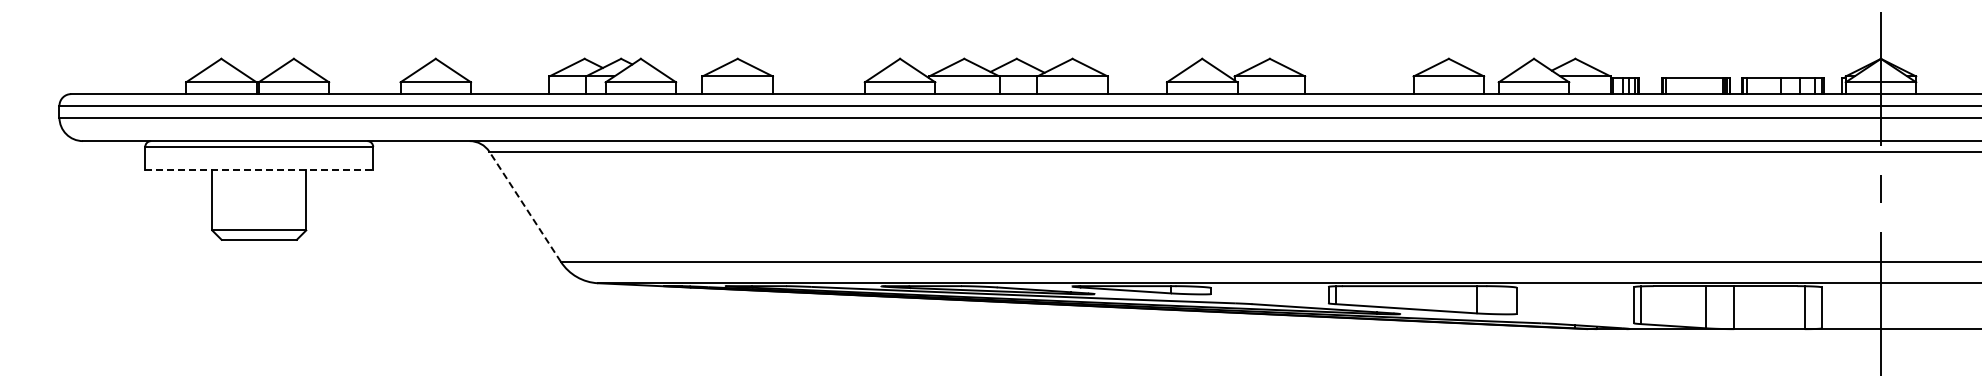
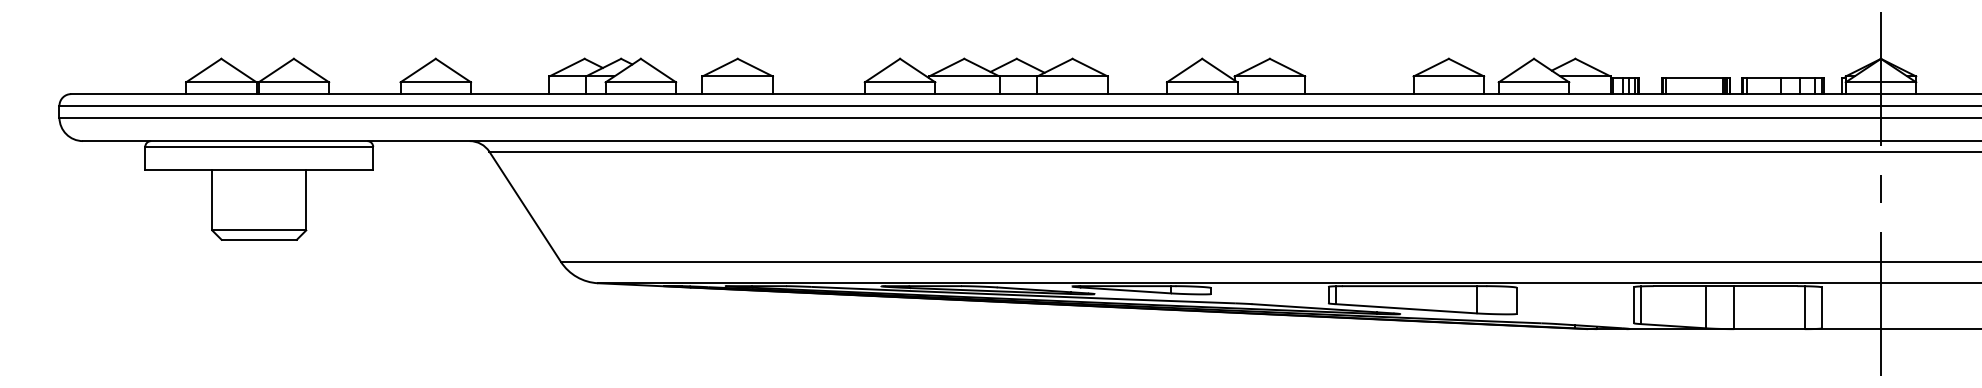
line at (259, 170): dashed -> solid
line at (525, 206): dashed -> solid
